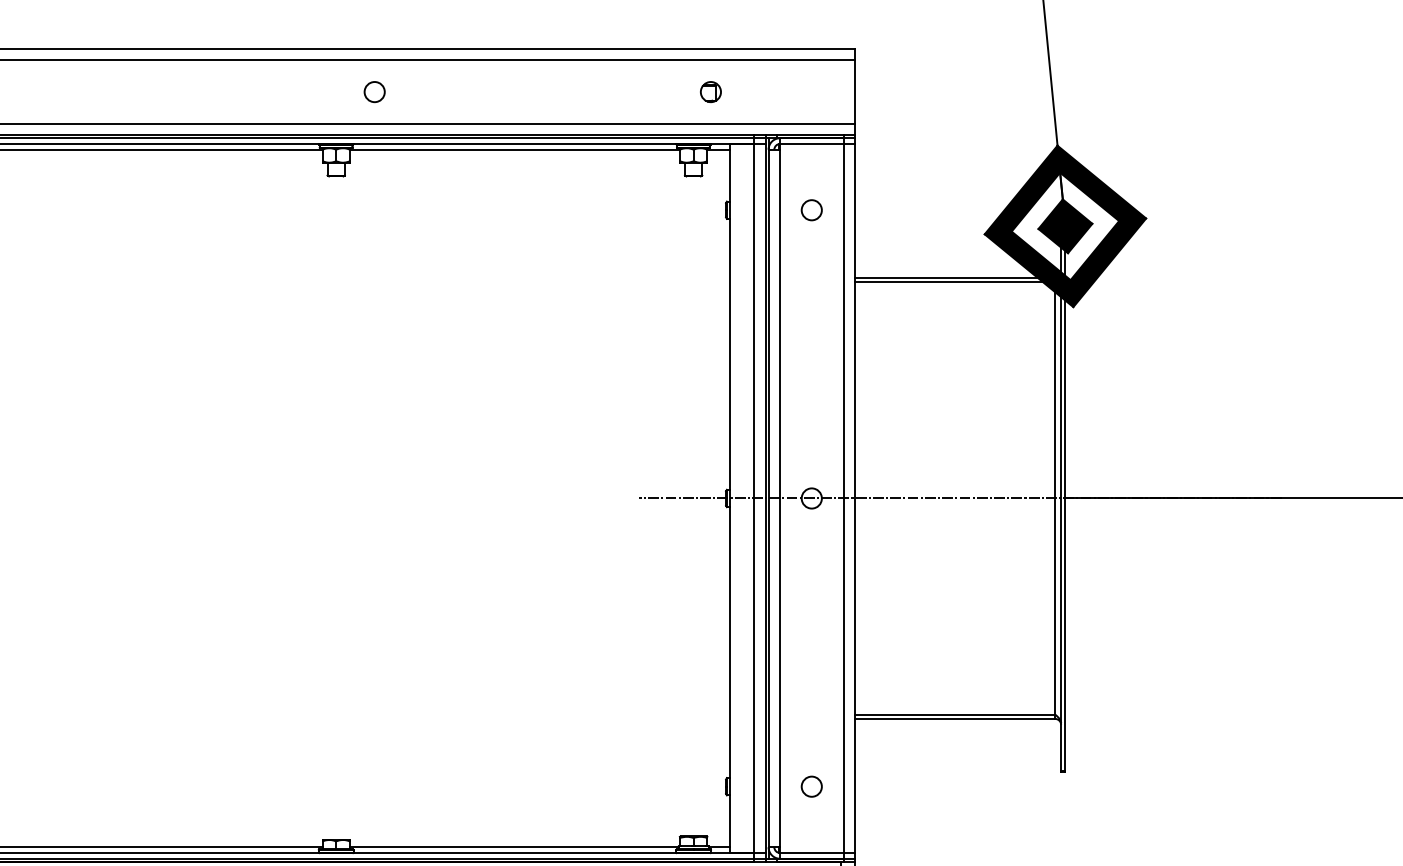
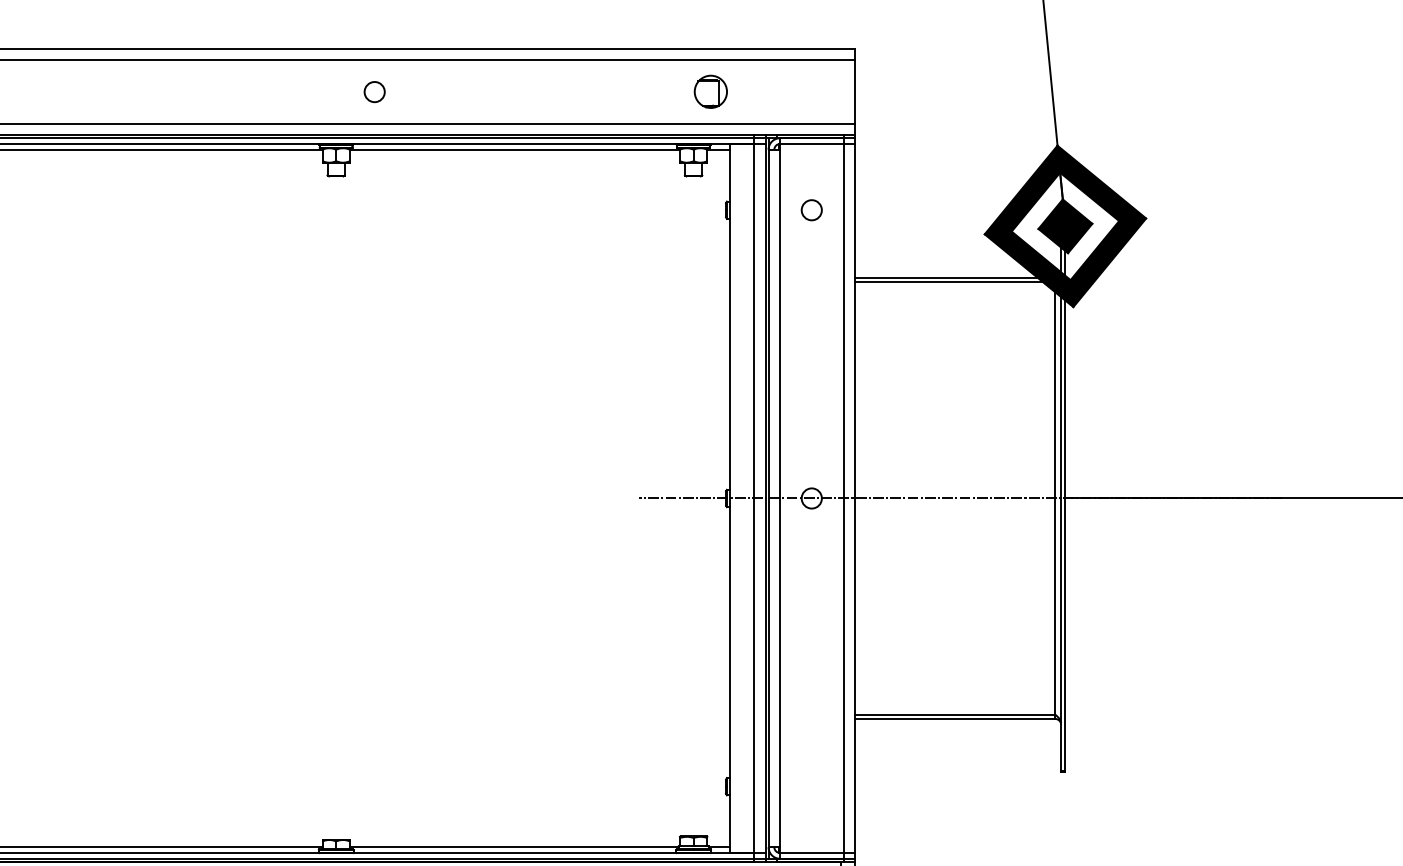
part at (710, 92) size: 22x23 px -> 35x35 px
circle at (811, 786): present -> none
